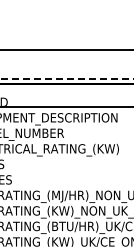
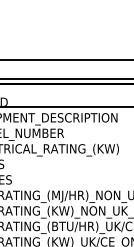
line at (66, 49) position: (66, 49) -> (66, 59)
line at (67, 78): dashed -> solid
